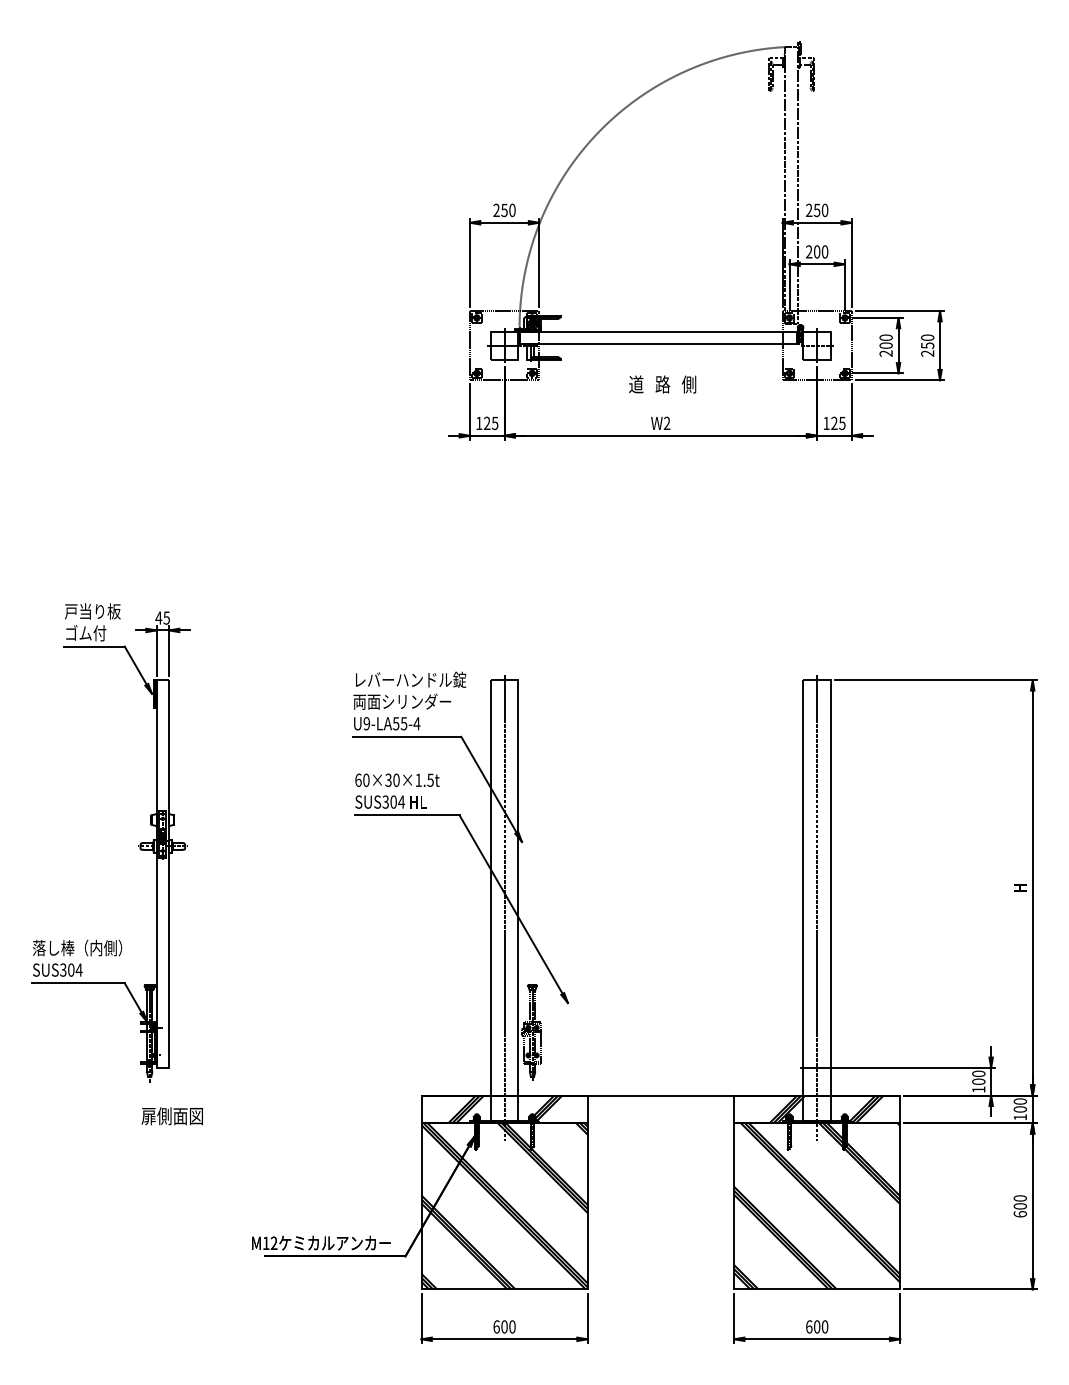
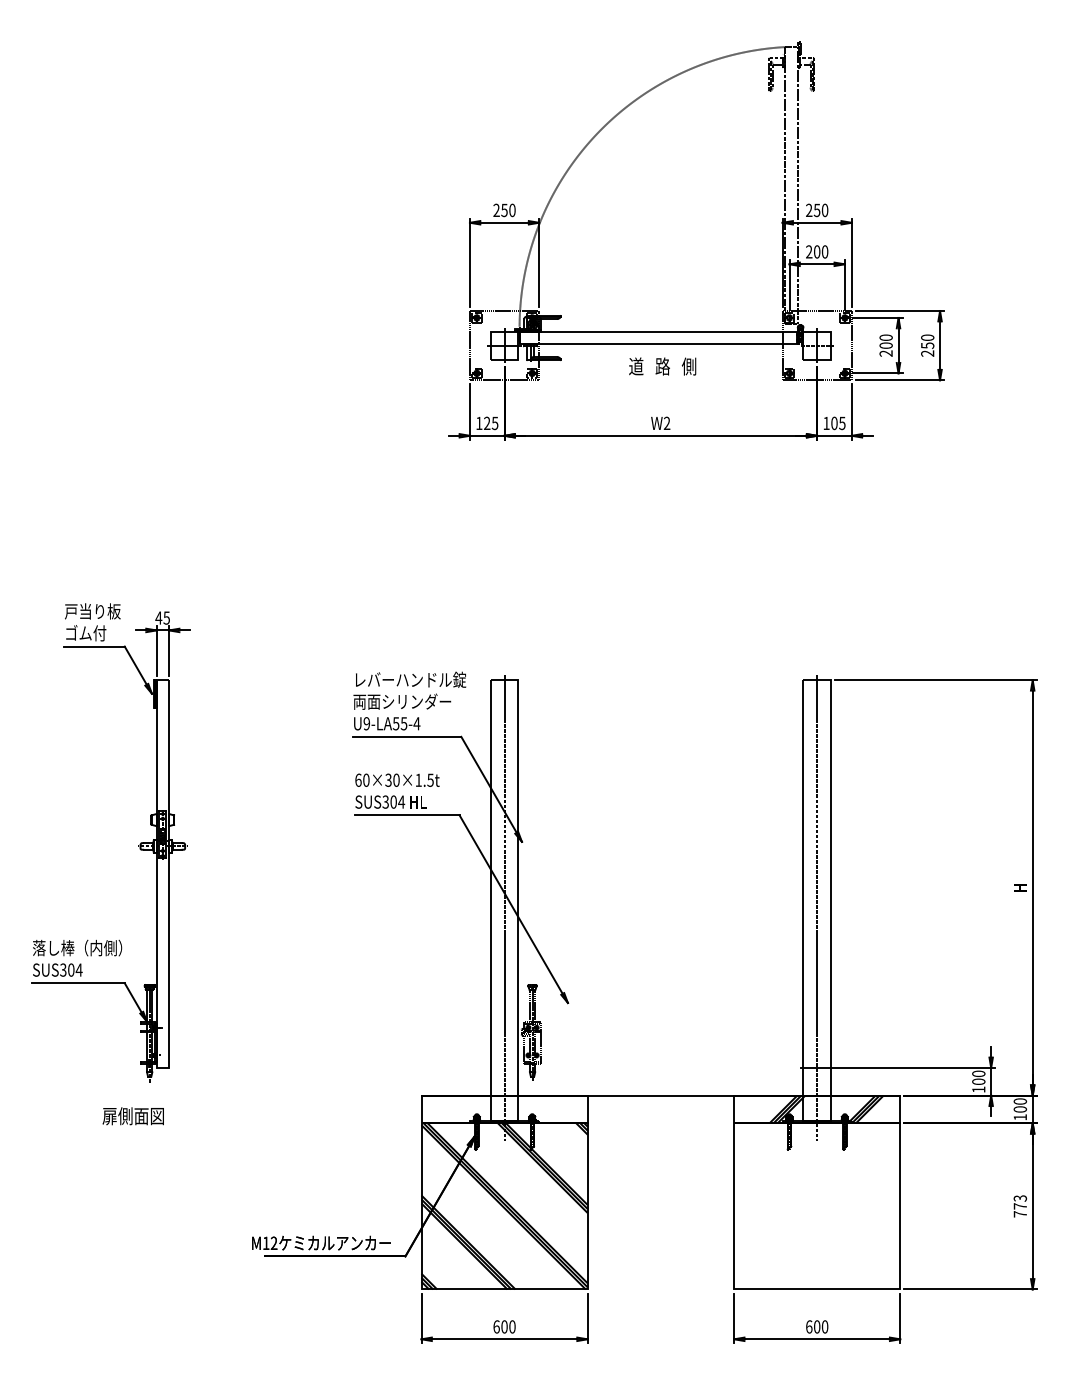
text at (662, 384) position: (662, 384) -> (662, 366)
text at (834, 423): 125 -> 105
hatch at (505, 1109): present -> none
text at (171, 1116) position: (171, 1116) -> (132, 1116)
hatch at (817, 1206): present -> none
text at (1020, 1206): 600 -> 773
